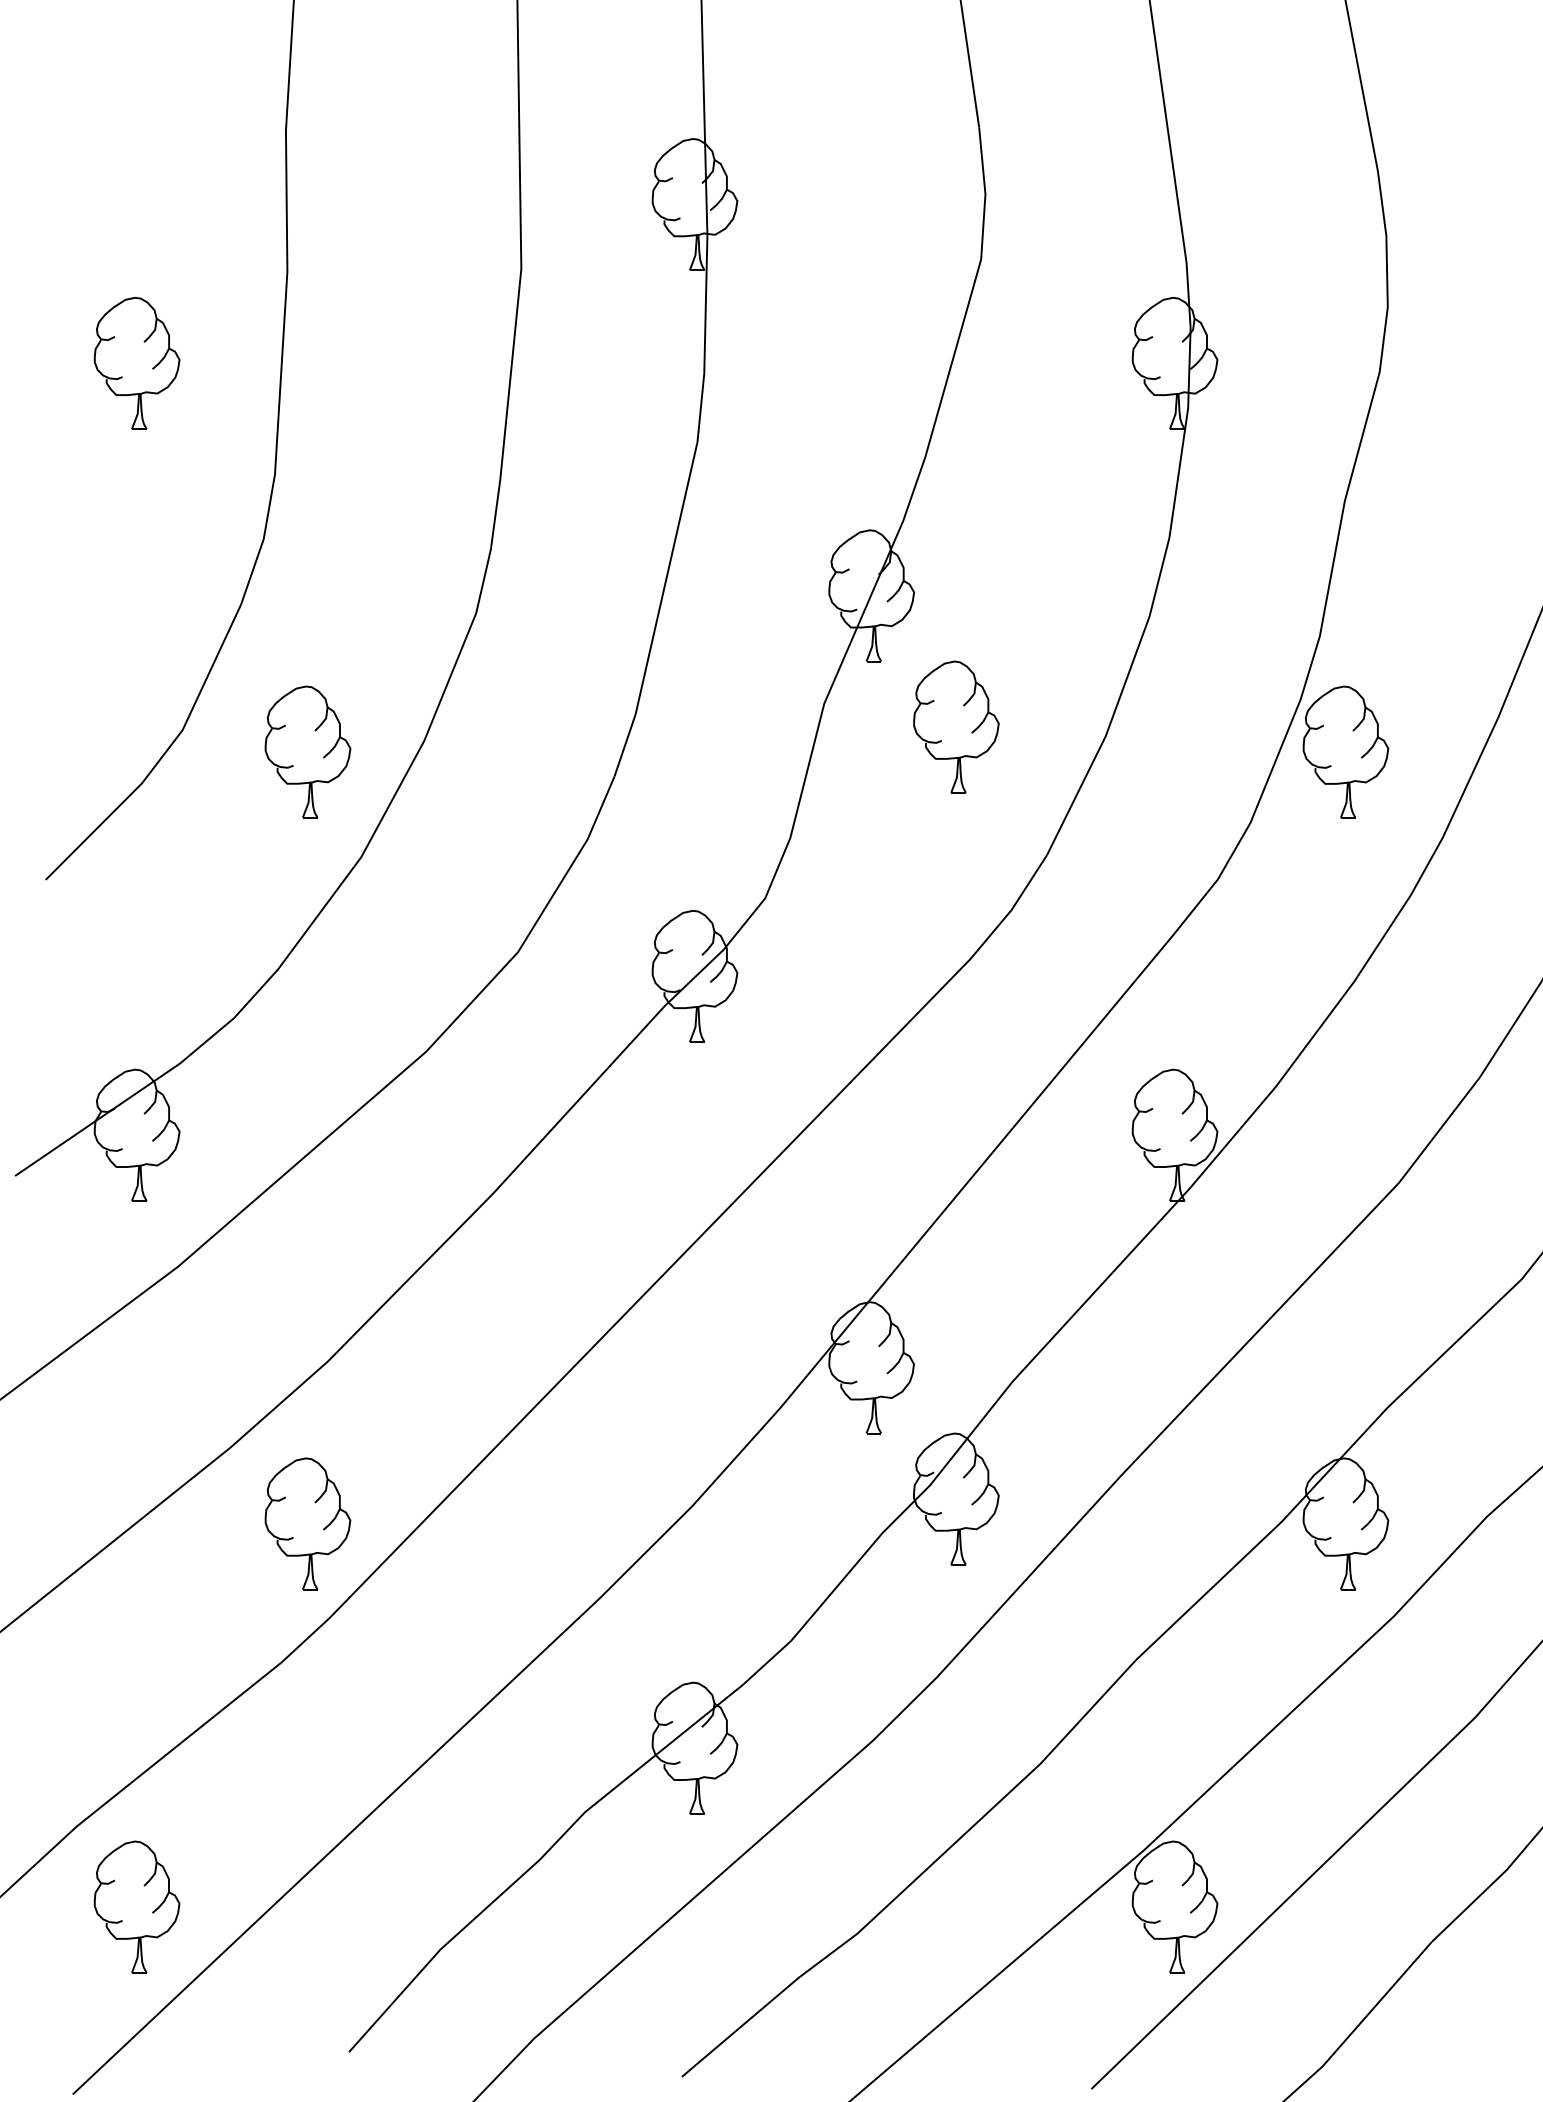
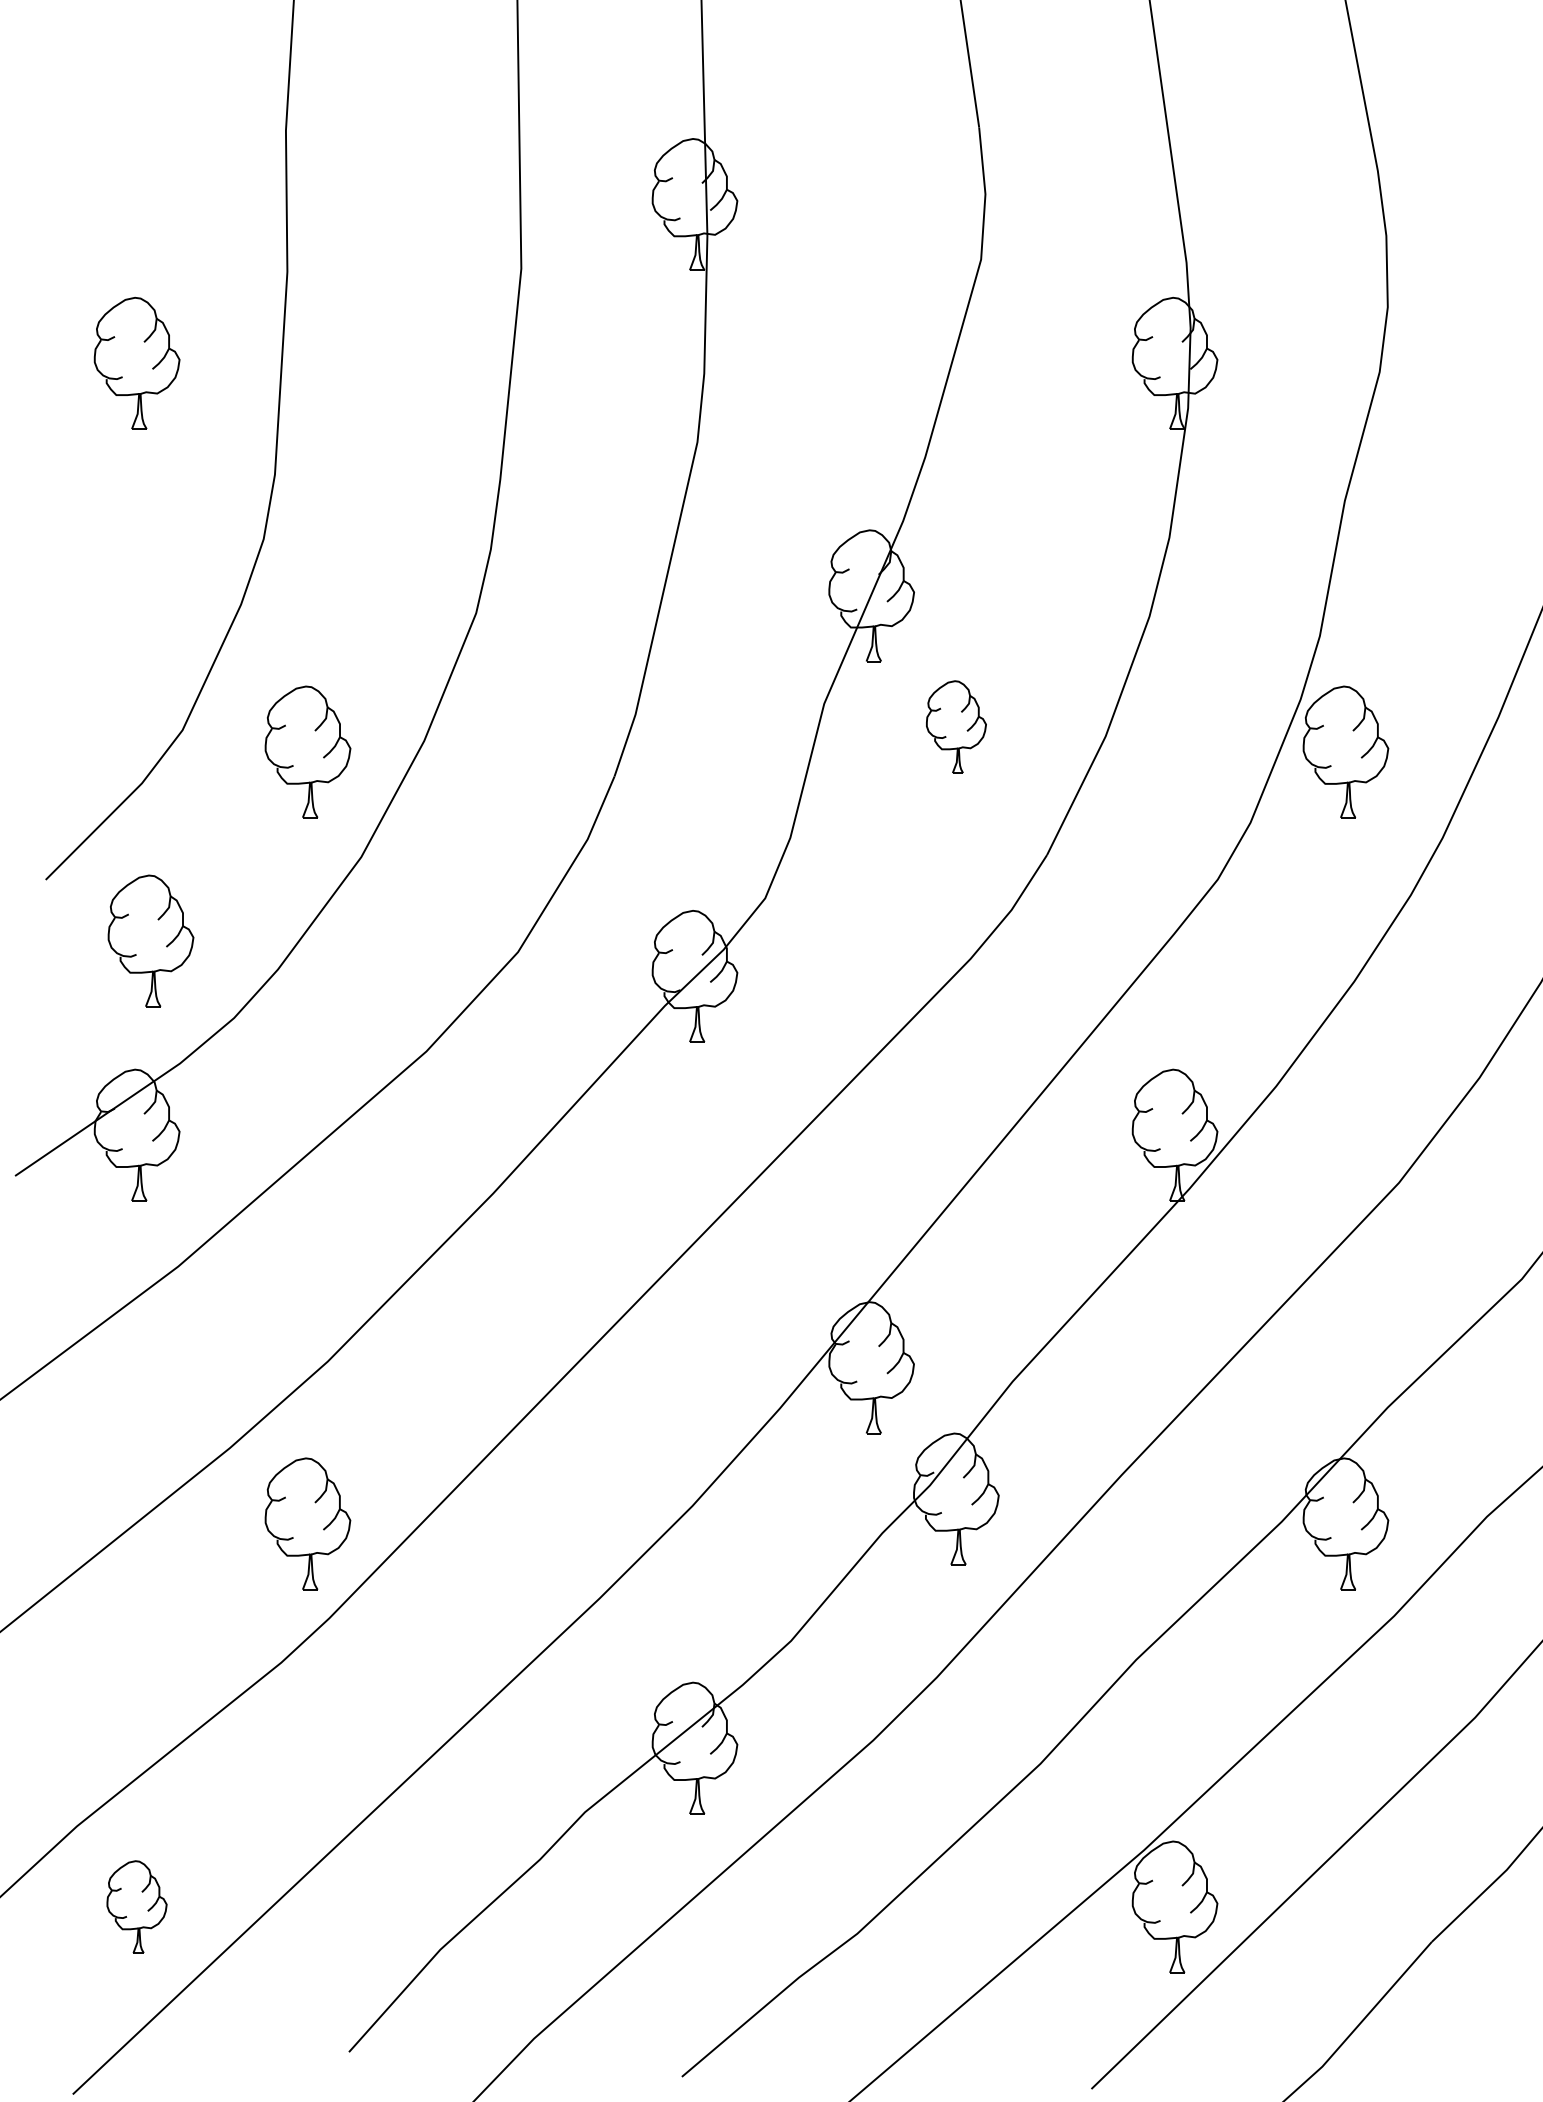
part at (956, 726) size: 87x134 px -> 61x94 px
part at (150, 940): none -> present
part at (136, 1906) size: 88x134 px -> 62x94 px
